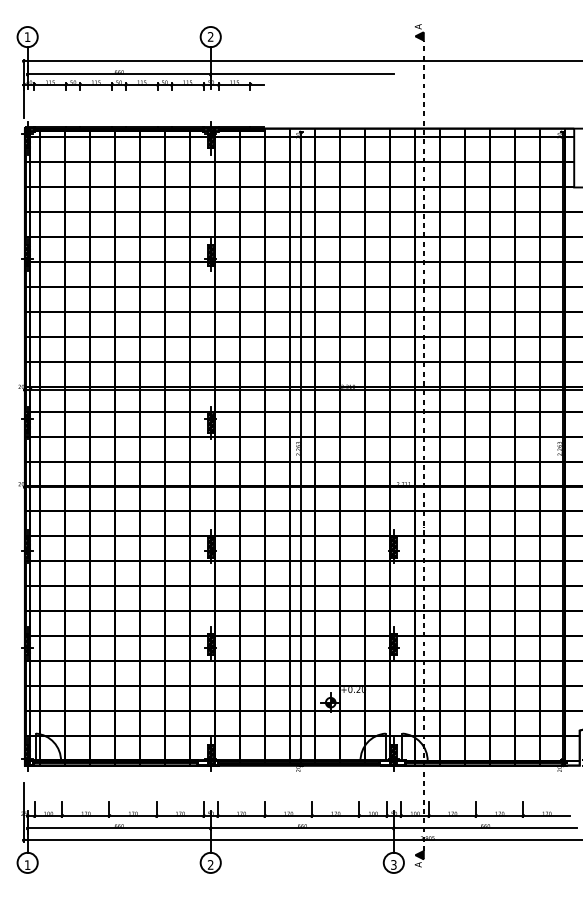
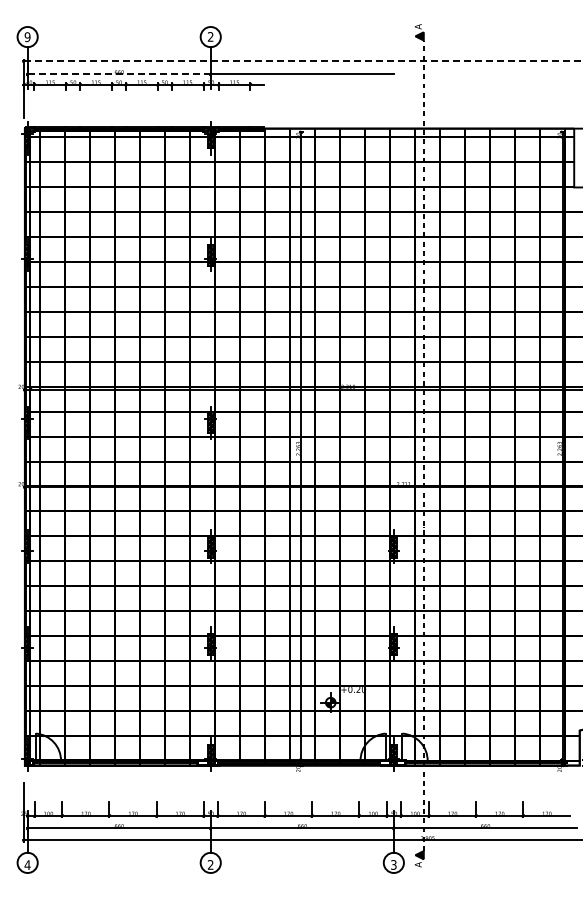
text at (27, 37): 1 -> 9
line at (303, 61): solid -> dashed
line at (119, 74): solid -> dashed
text at (27, 864): 1 -> 4
